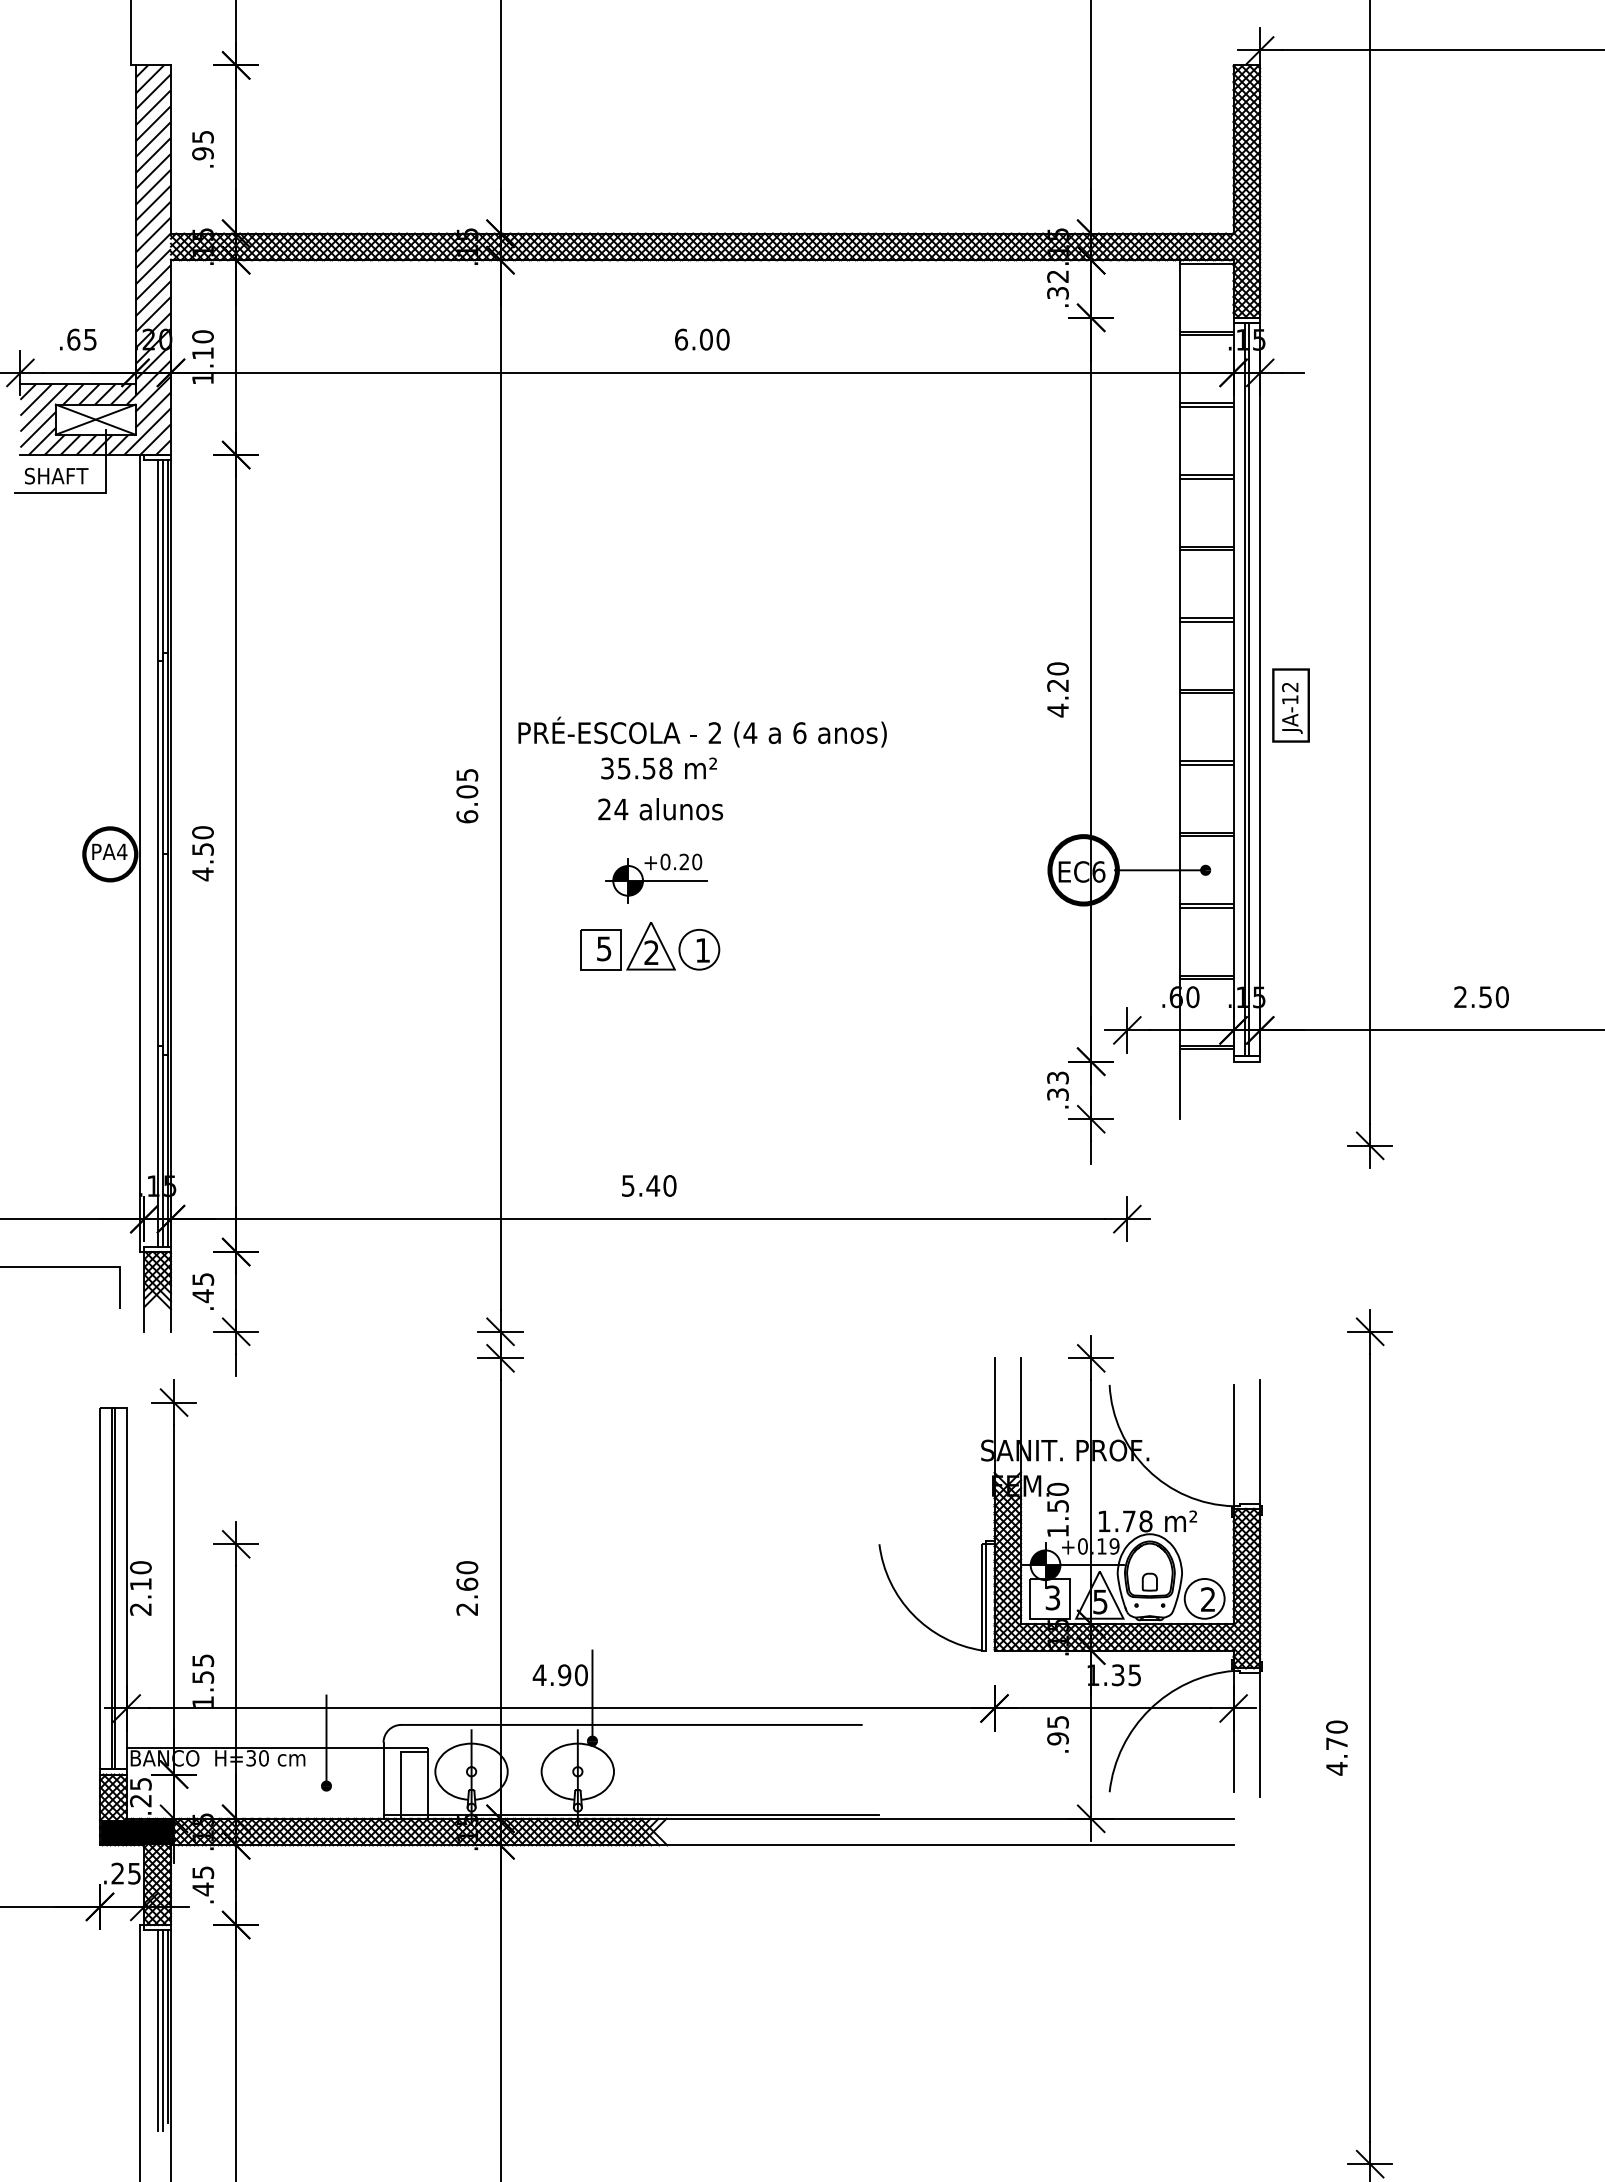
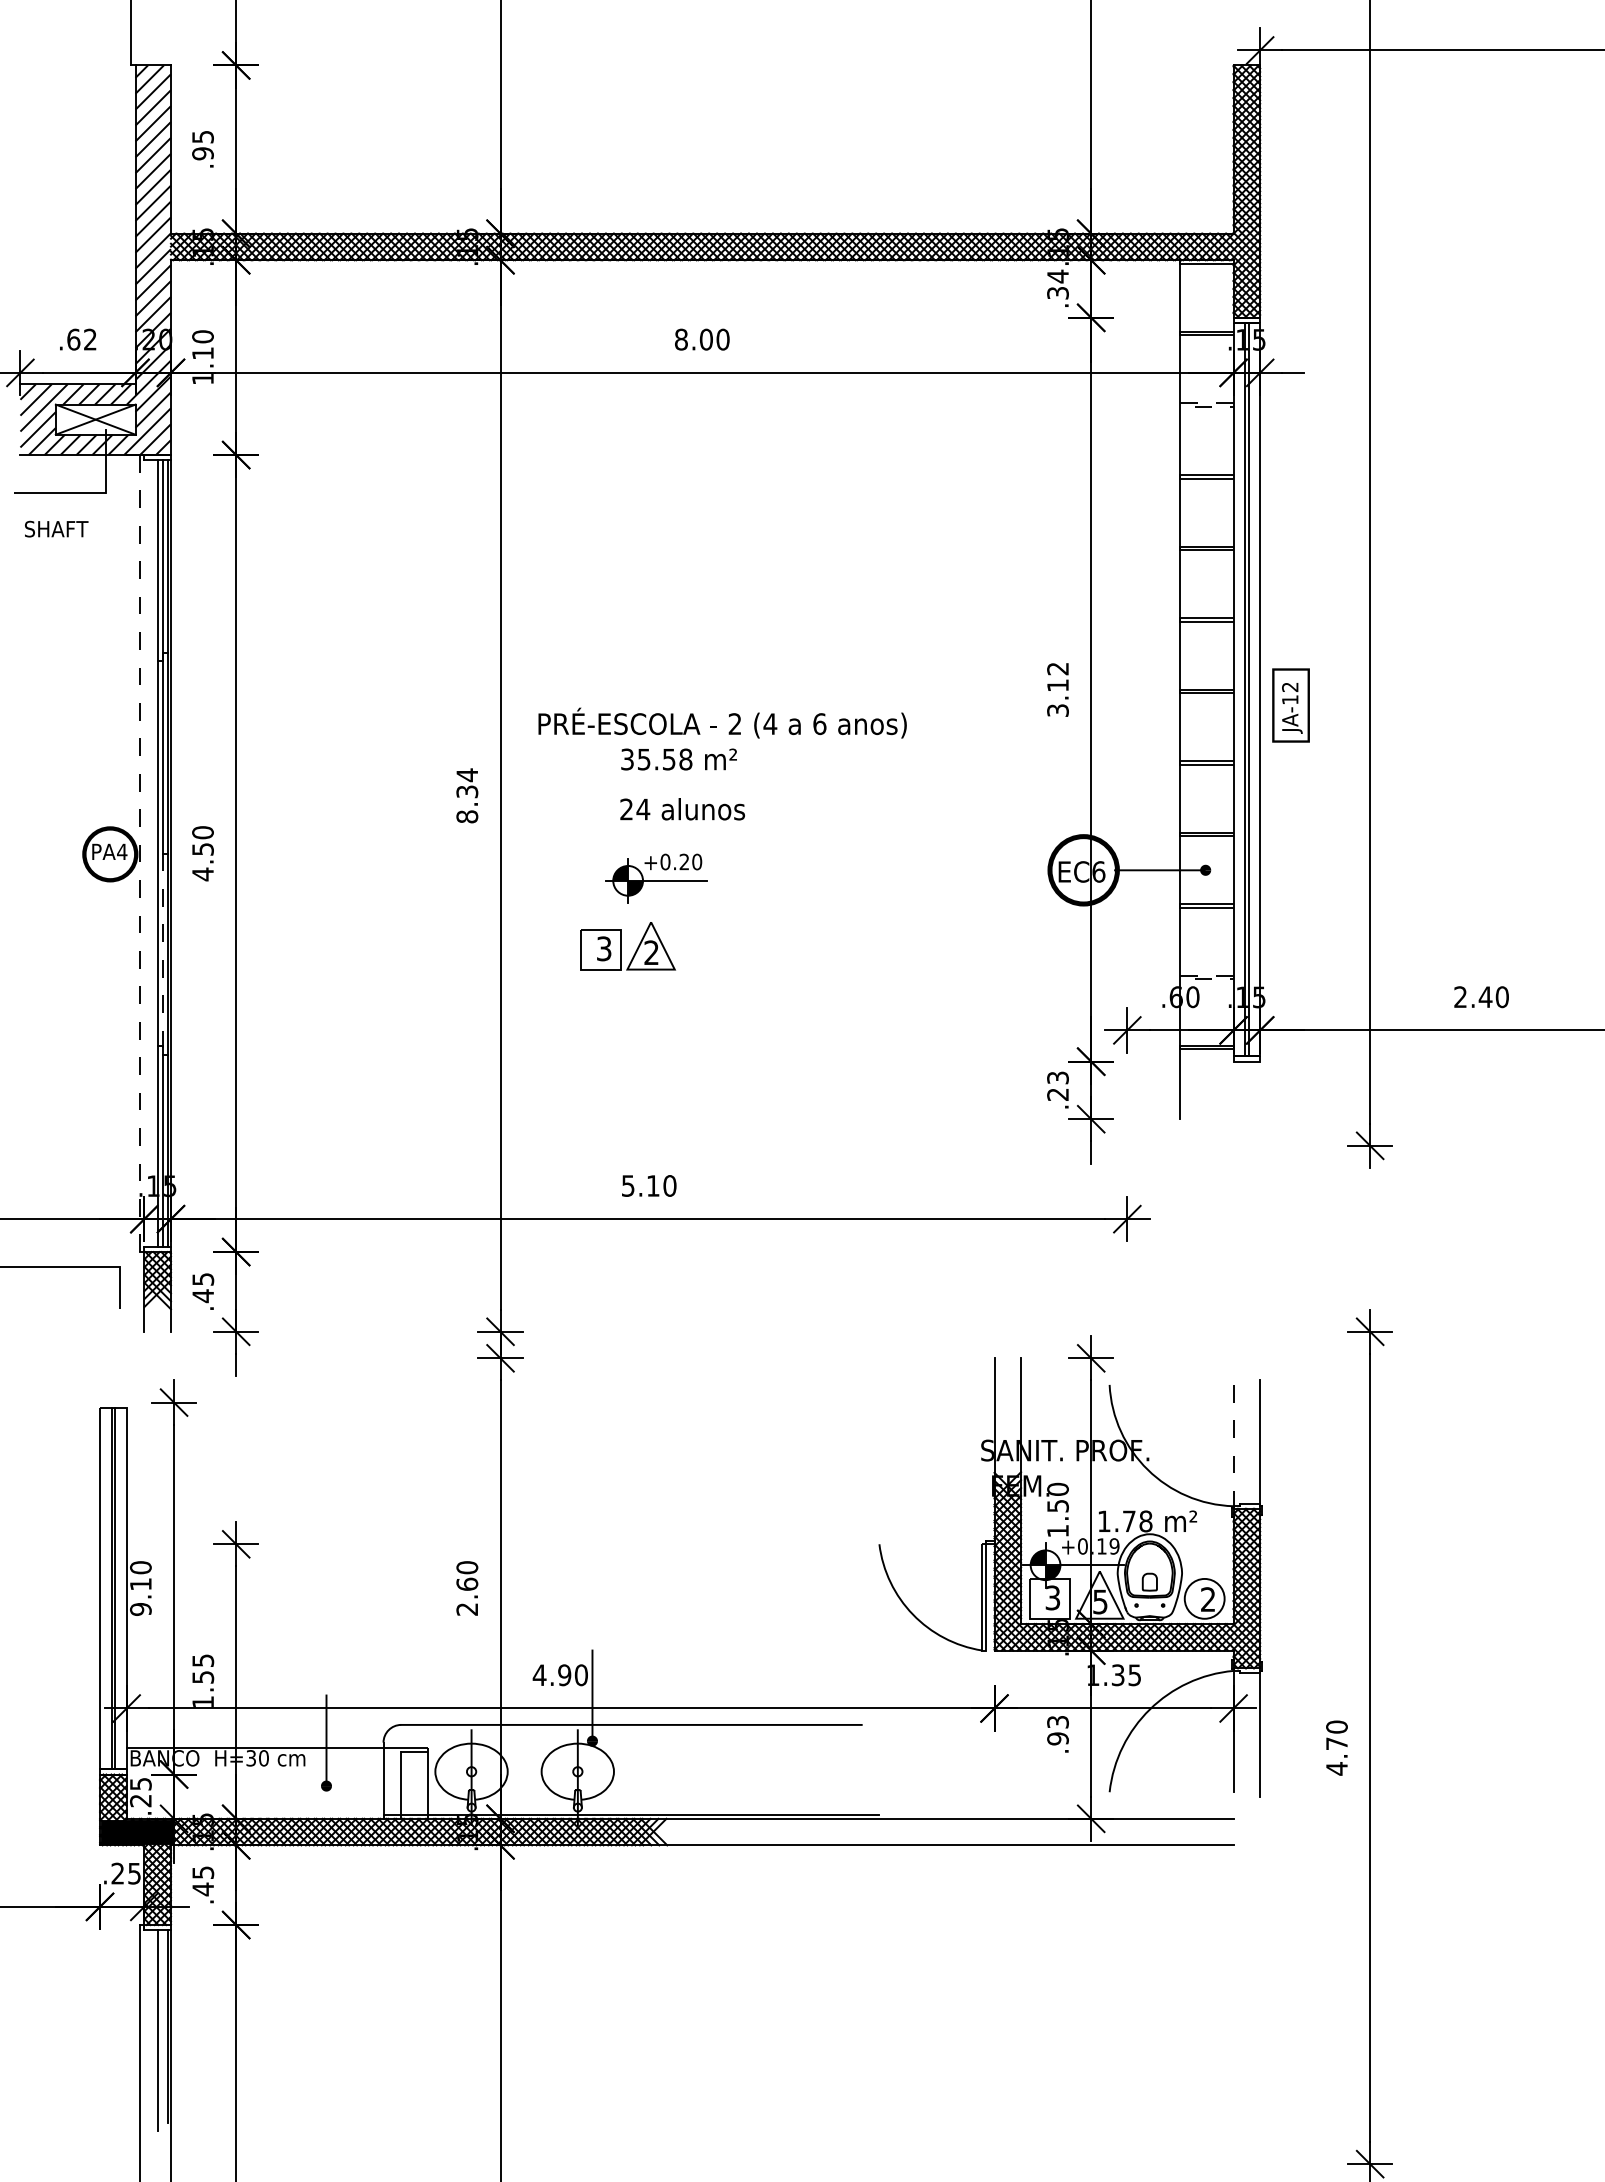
text at (1057, 276): .32 -> .34
text at (90, 339): .65 -> .62
text at (681, 339): 6.00 -> 8.00
line at (1180, 405): solid -> dashed
text at (56, 475) position: (56, 475) -> (56, 528)
text at (1057, 689): 4.20 -> 3.12
text at (702, 747) position: (702, 747) -> (722, 738)
text at (467, 795): 6.05 -> 8.34
text at (660, 809) position: (660, 809) -> (682, 809)
line at (140, 854): solid -> dashed
text at (604, 948): 5 -> 3
part at (699, 949): present -> none
line at (163, 954): solid -> dashed
line at (1180, 977): solid -> dashed
text at (1485, 997): 2.50 -> 2.40
text at (1057, 1094): .33 -> .23
text at (653, 1185): 5.40 -> 5.10
line at (1233, 1445): solid -> dashed
text at (140, 1609): 2.10 -> 9.10
text at (1057, 1721): .95 -> .93
line at (163, 2030): present -> none
